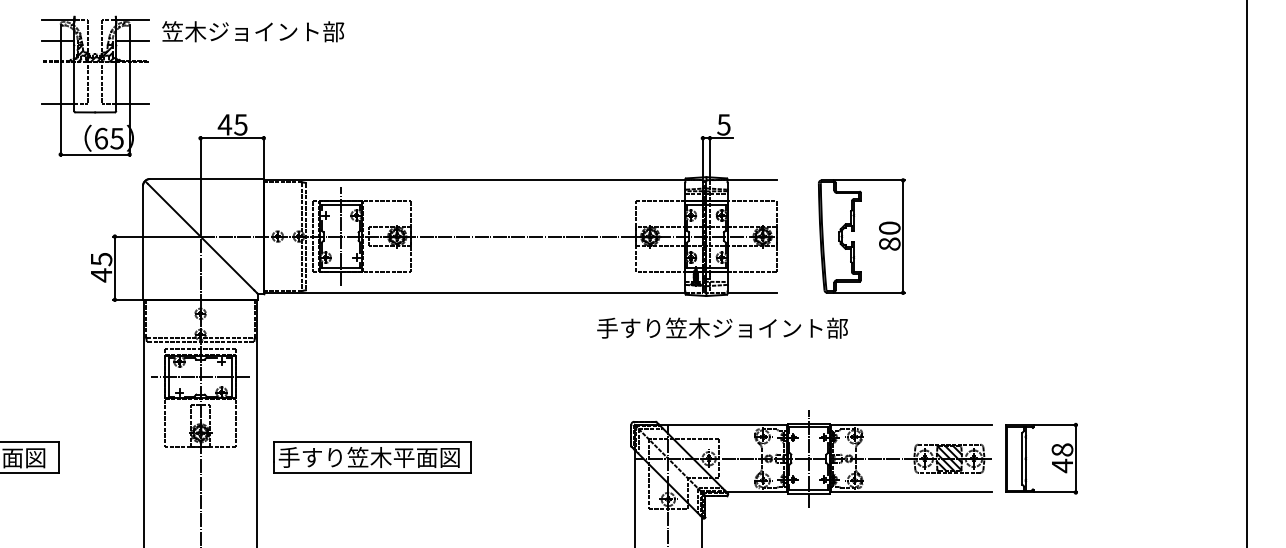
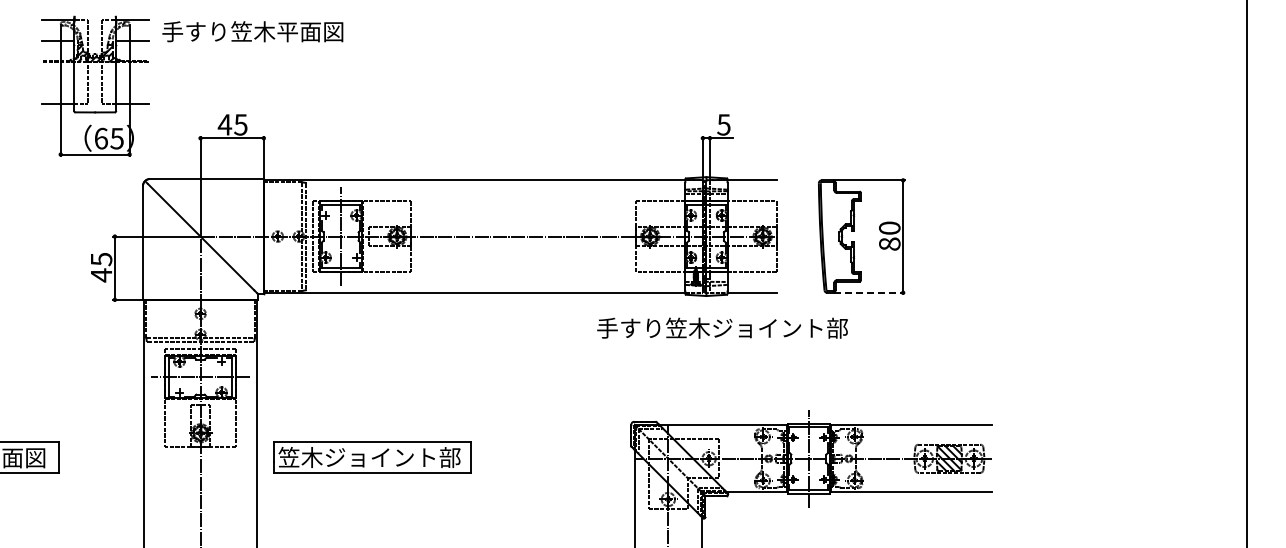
text at (253, 31): 笠木ジョイント部 -> 手すり笠木平面図
line at (869, 292): solid -> dashed
text at (369, 457): 手すり笠木平面図 -> 笠木ジョイント部
part at (1041, 458): present -> none
